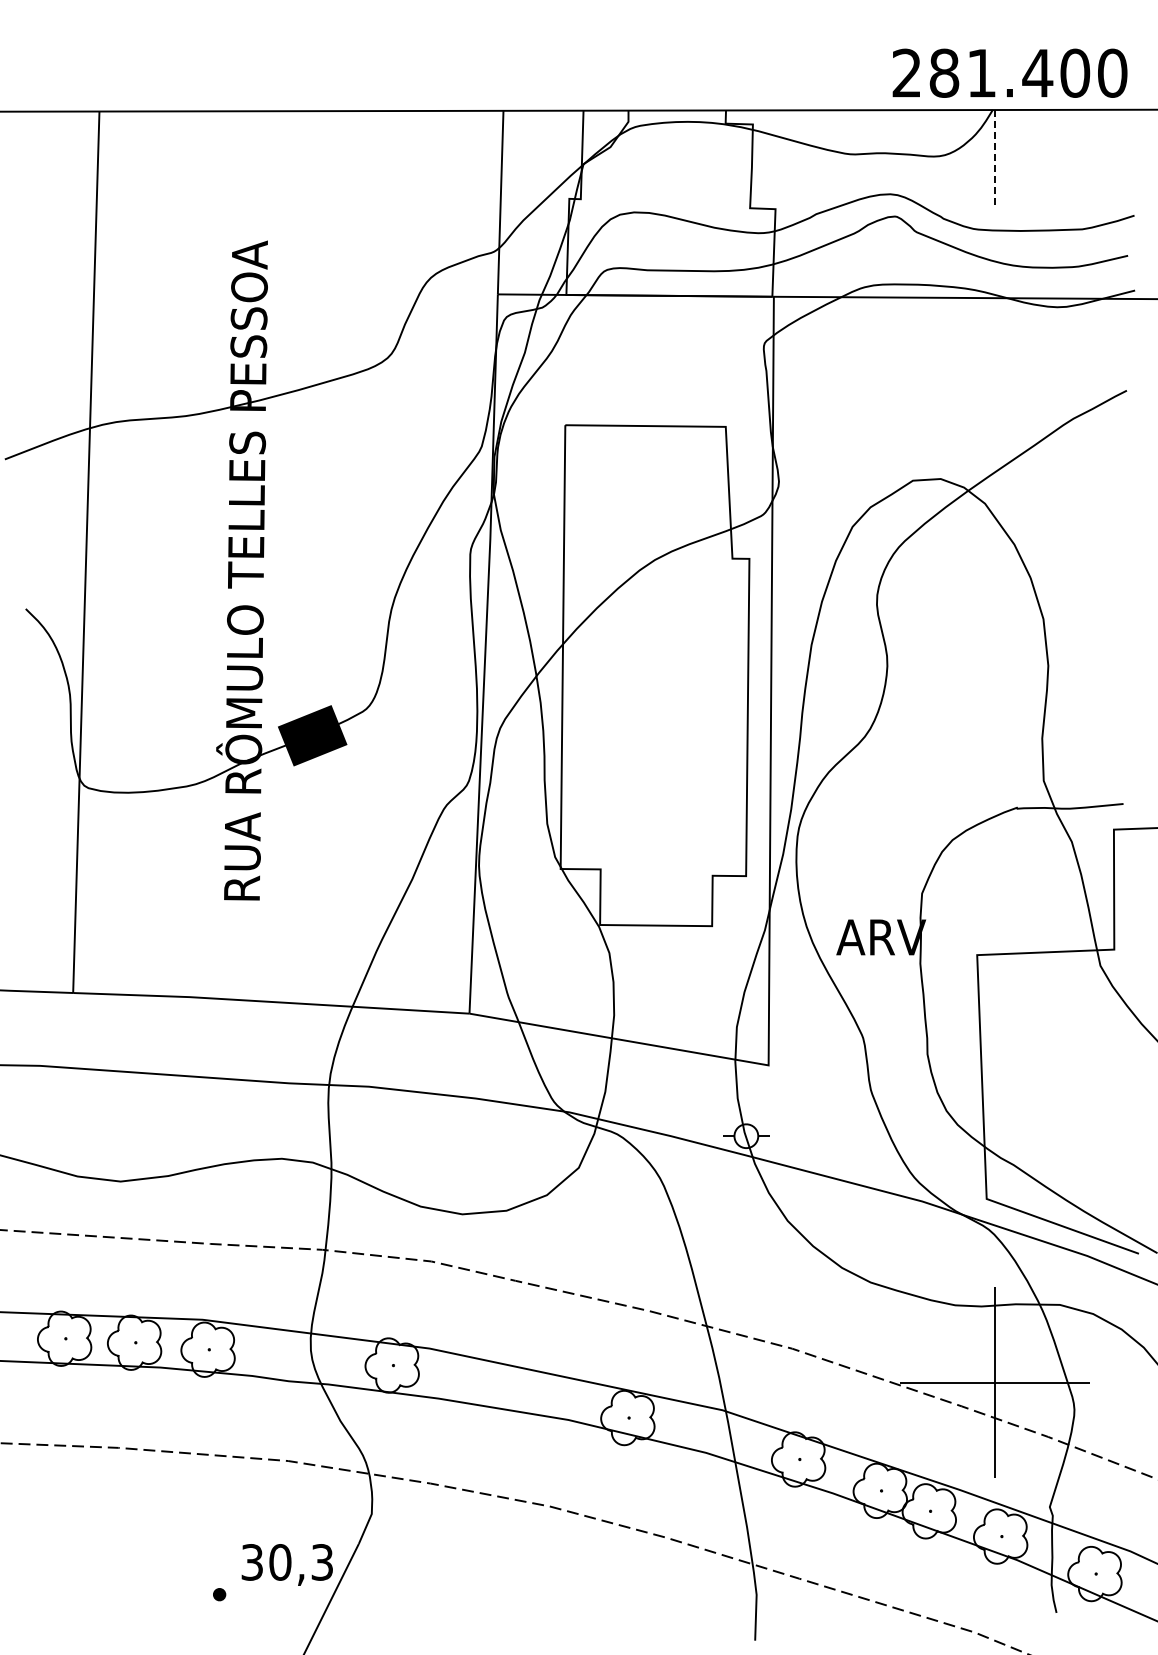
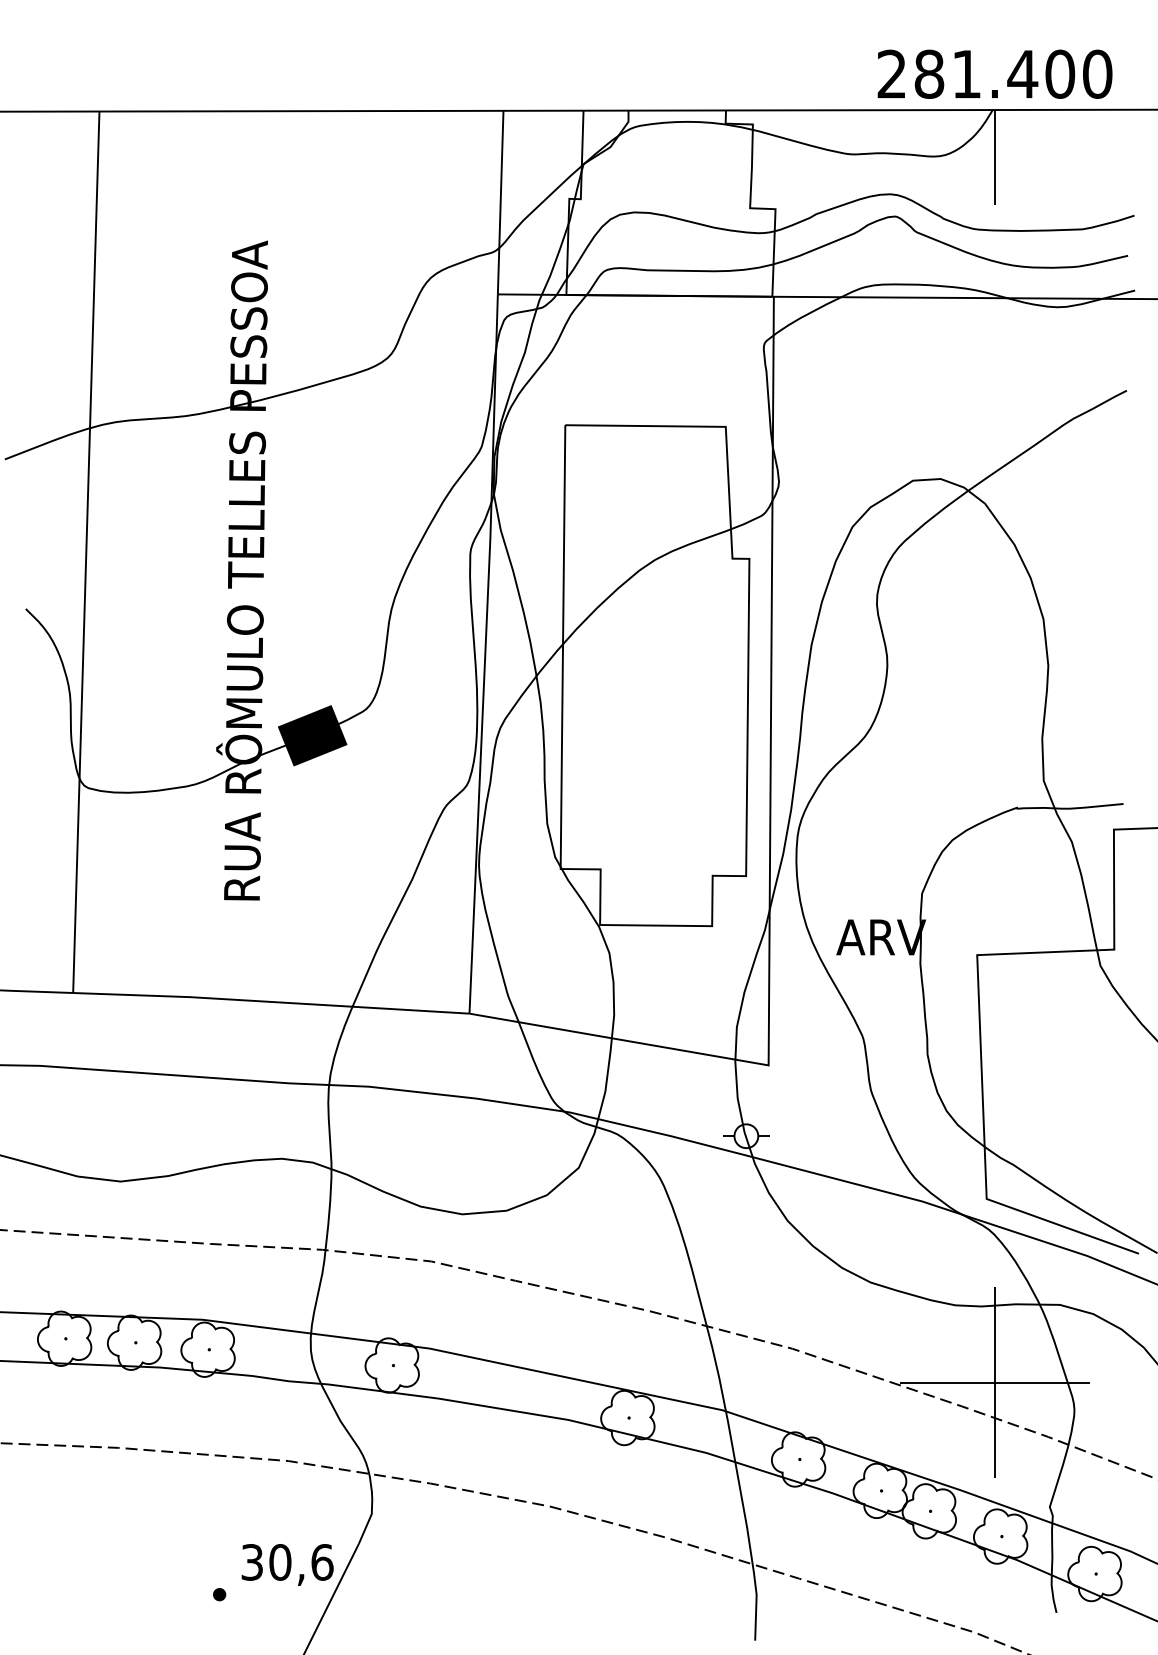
text at (1009, 72) position: (1009, 72) -> (994, 73)
line at (994, 157): dashed -> solid
text at (322, 1562): 30,3 -> 30,6
